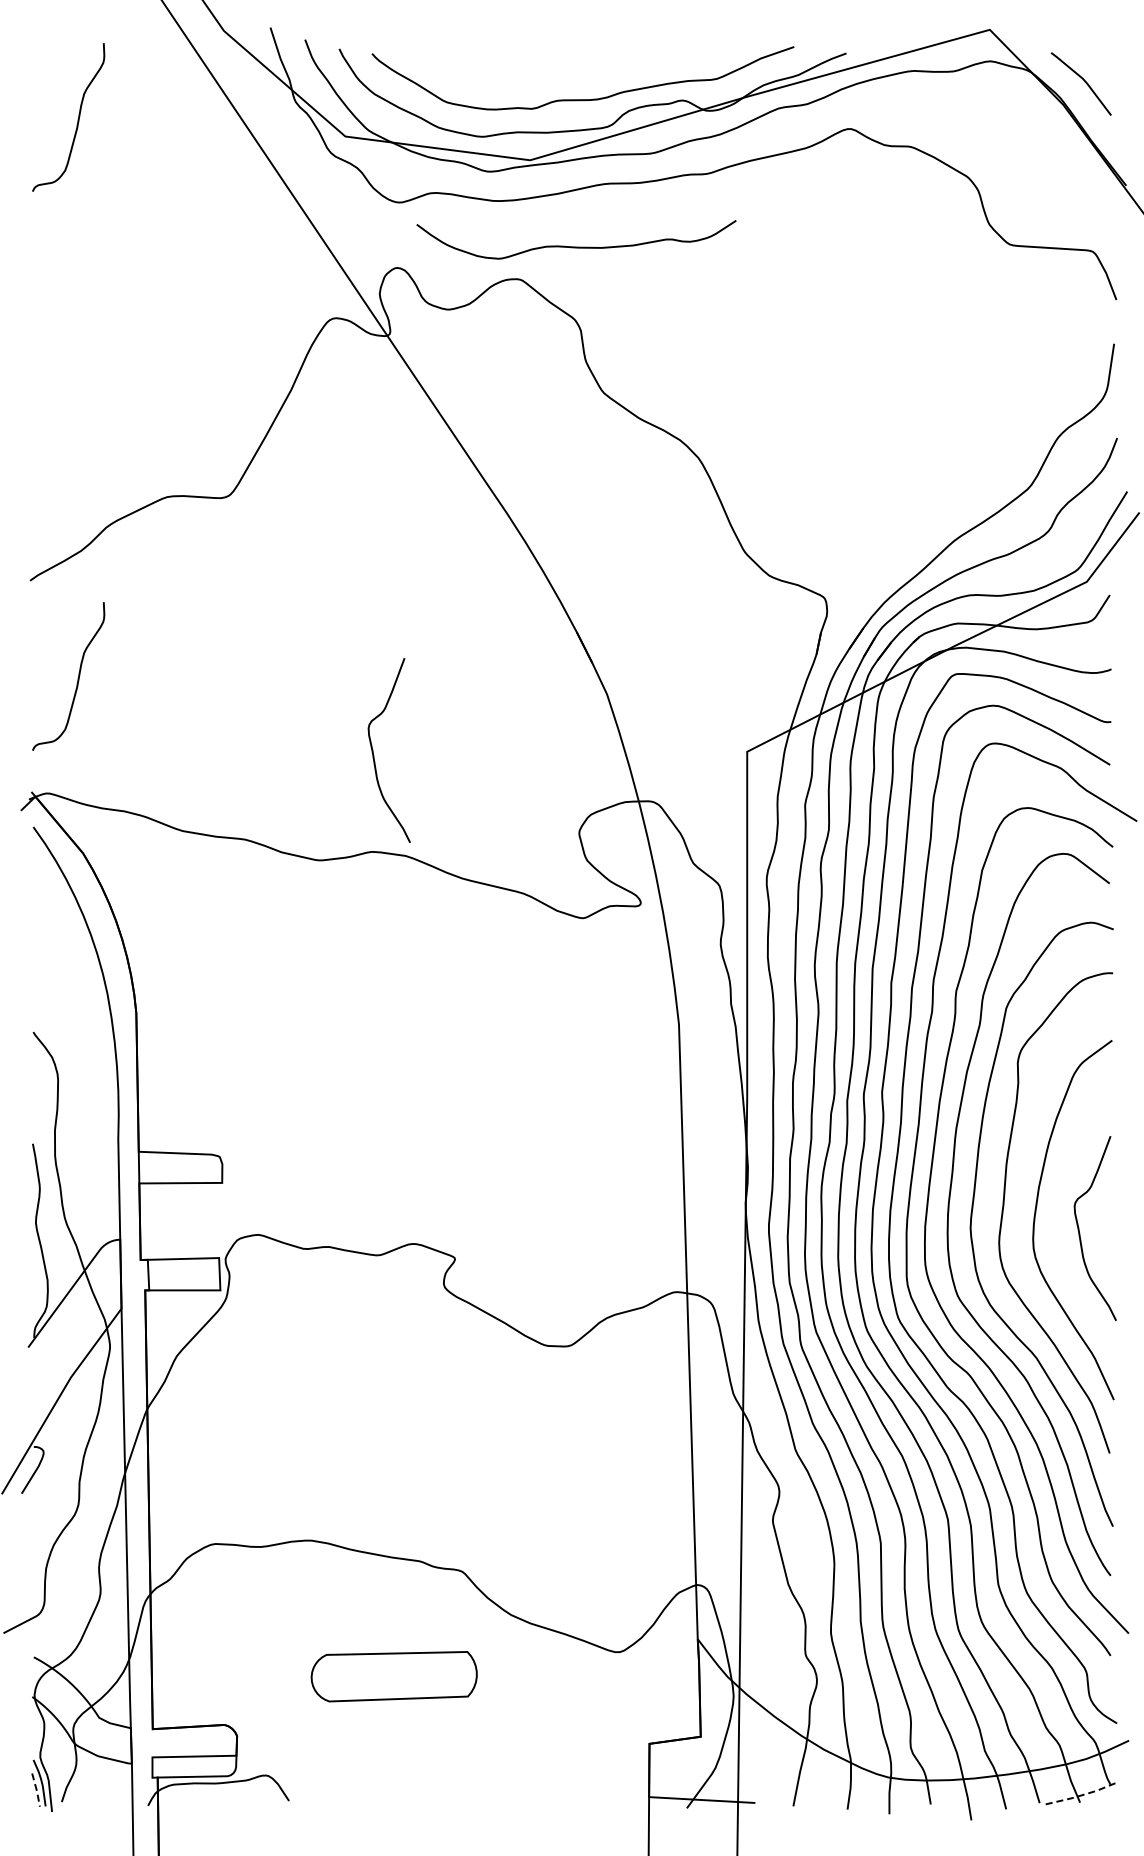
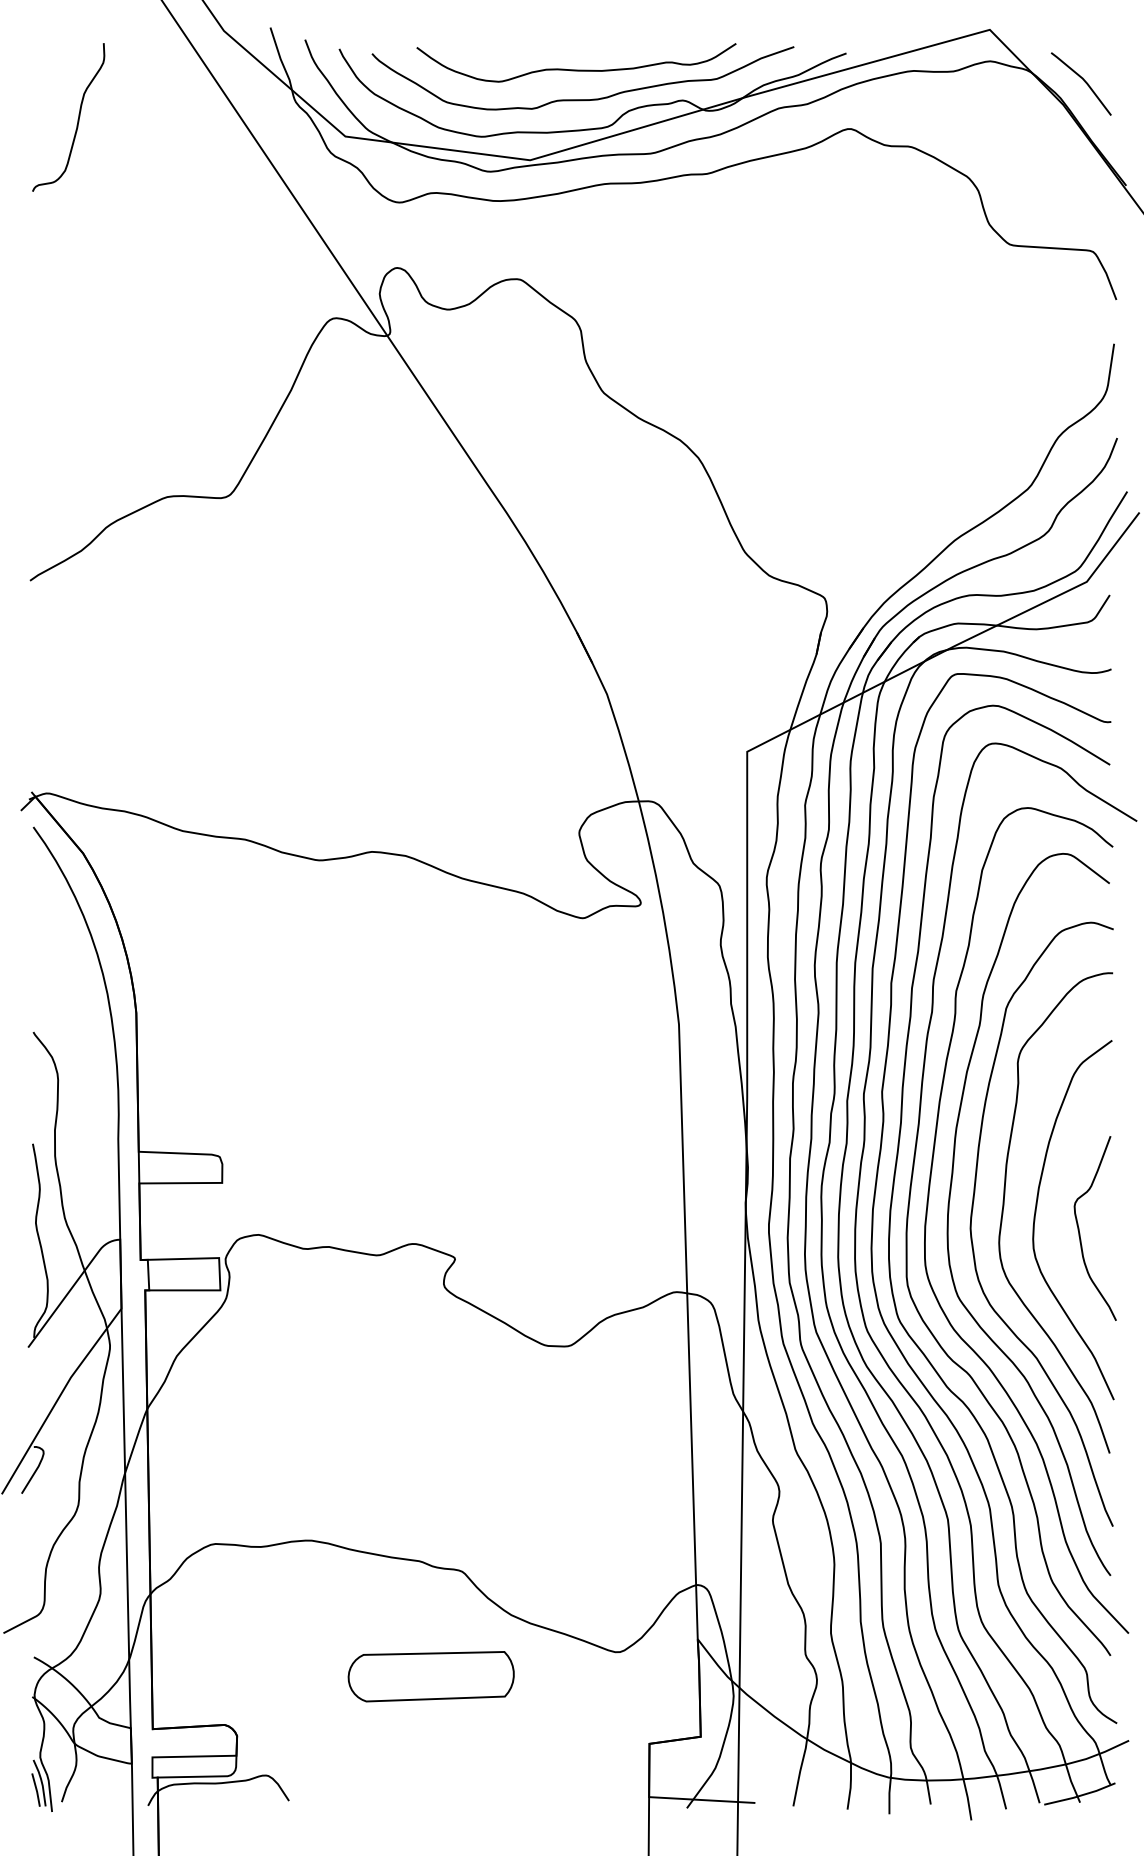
curve at (576, 246) position: (576, 246) -> (576, 69)
curve at (77, 678): present -> none
curve at (374, 755): present -> none
part at (393, 1676) position: (393, 1676) -> (430, 1676)
line at (36, 1790): dashed -> solid
line at (1080, 1795): dashed -> solid
